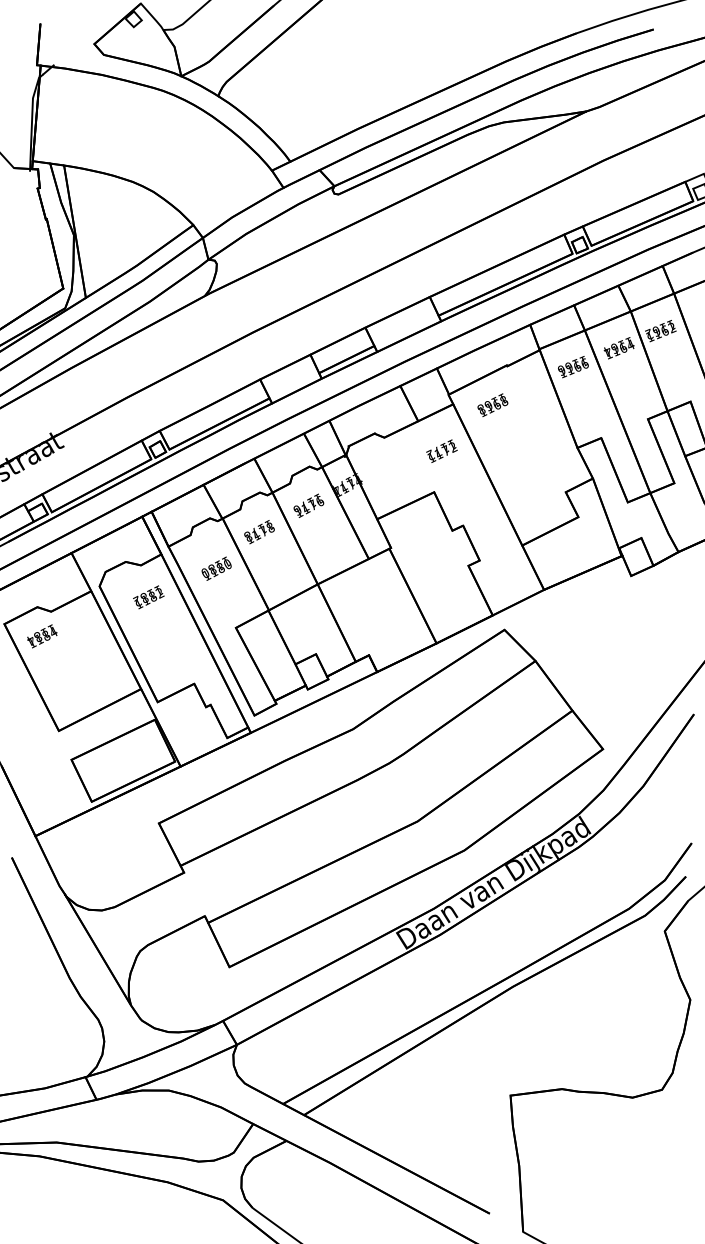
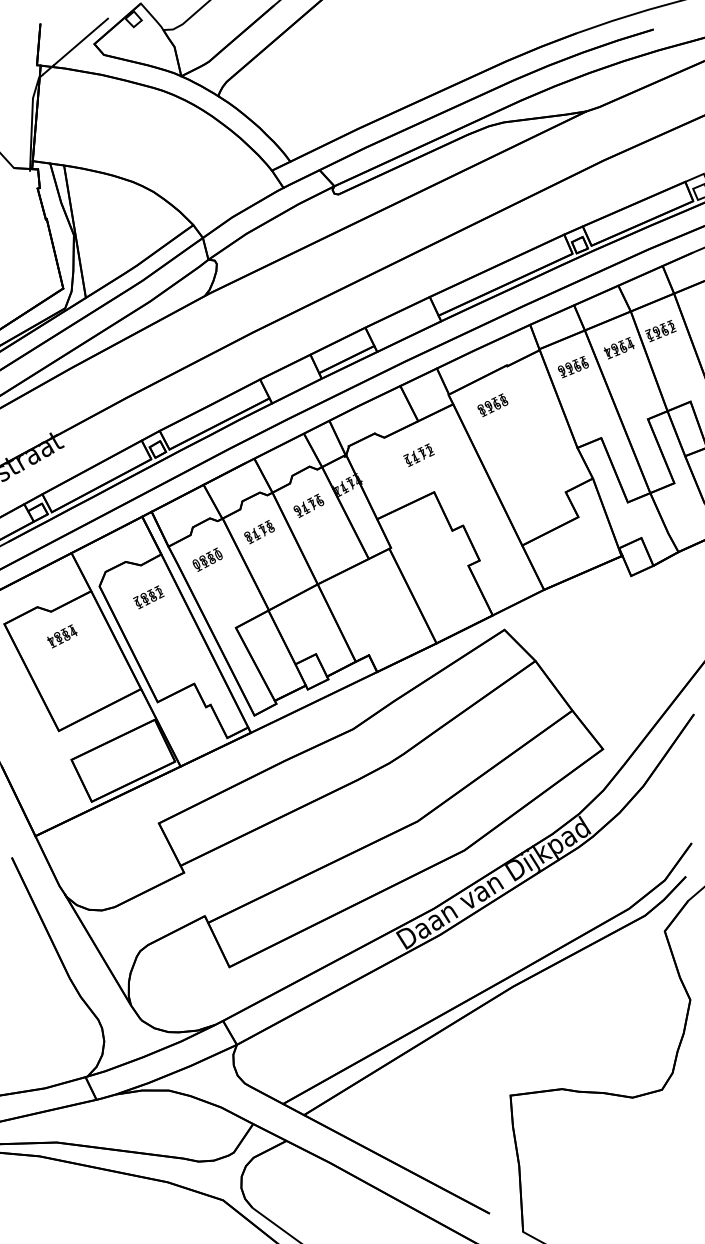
line at (80, 41): none -> present
text at (441, 450) position: (441, 450) -> (418, 454)
text at (216, 568) position: (216, 568) -> (207, 559)
text at (42, 636) position: (42, 636) -> (62, 636)
